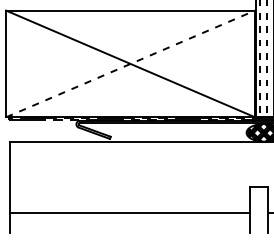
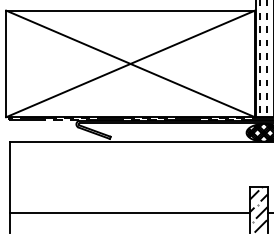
line at (131, 63): dashed -> solid
hatch at (258, 209): none -> present
